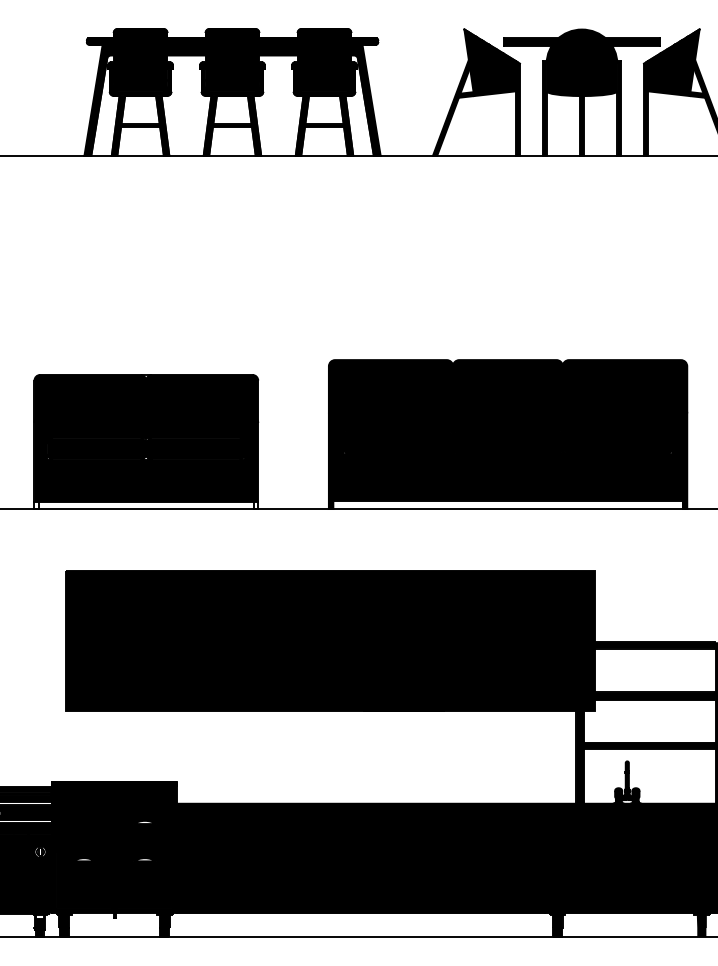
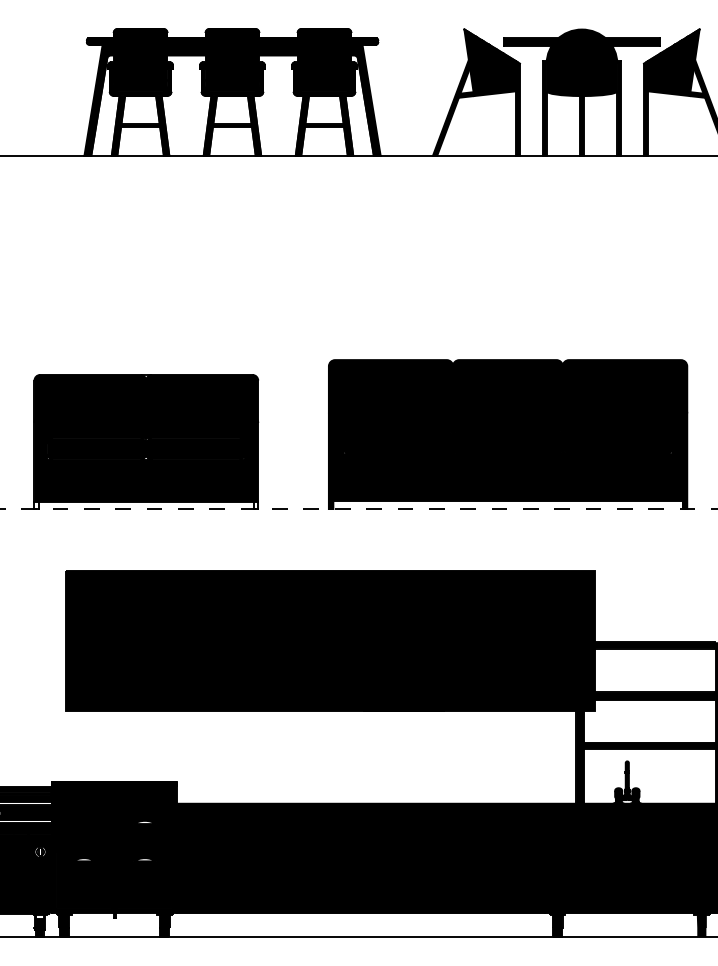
line at (359, 509): solid -> dashed
